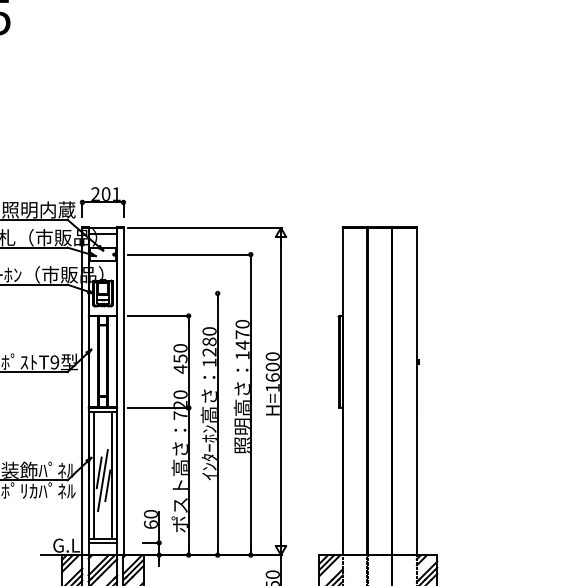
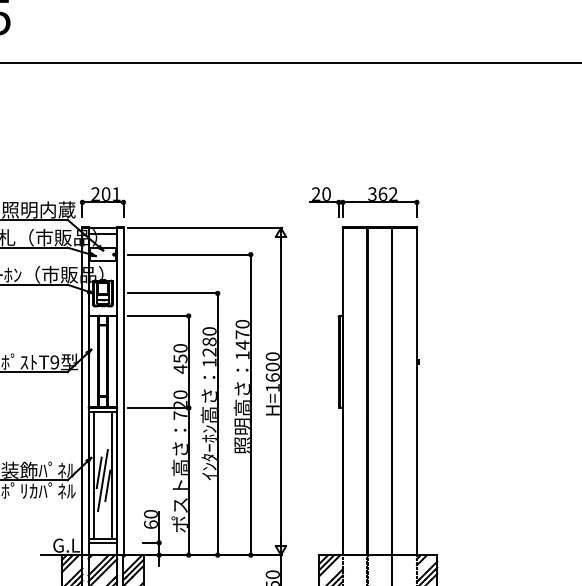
line at (290, 62): none -> present
part at (364, 202): none -> present
line at (173, 293): none -> present
